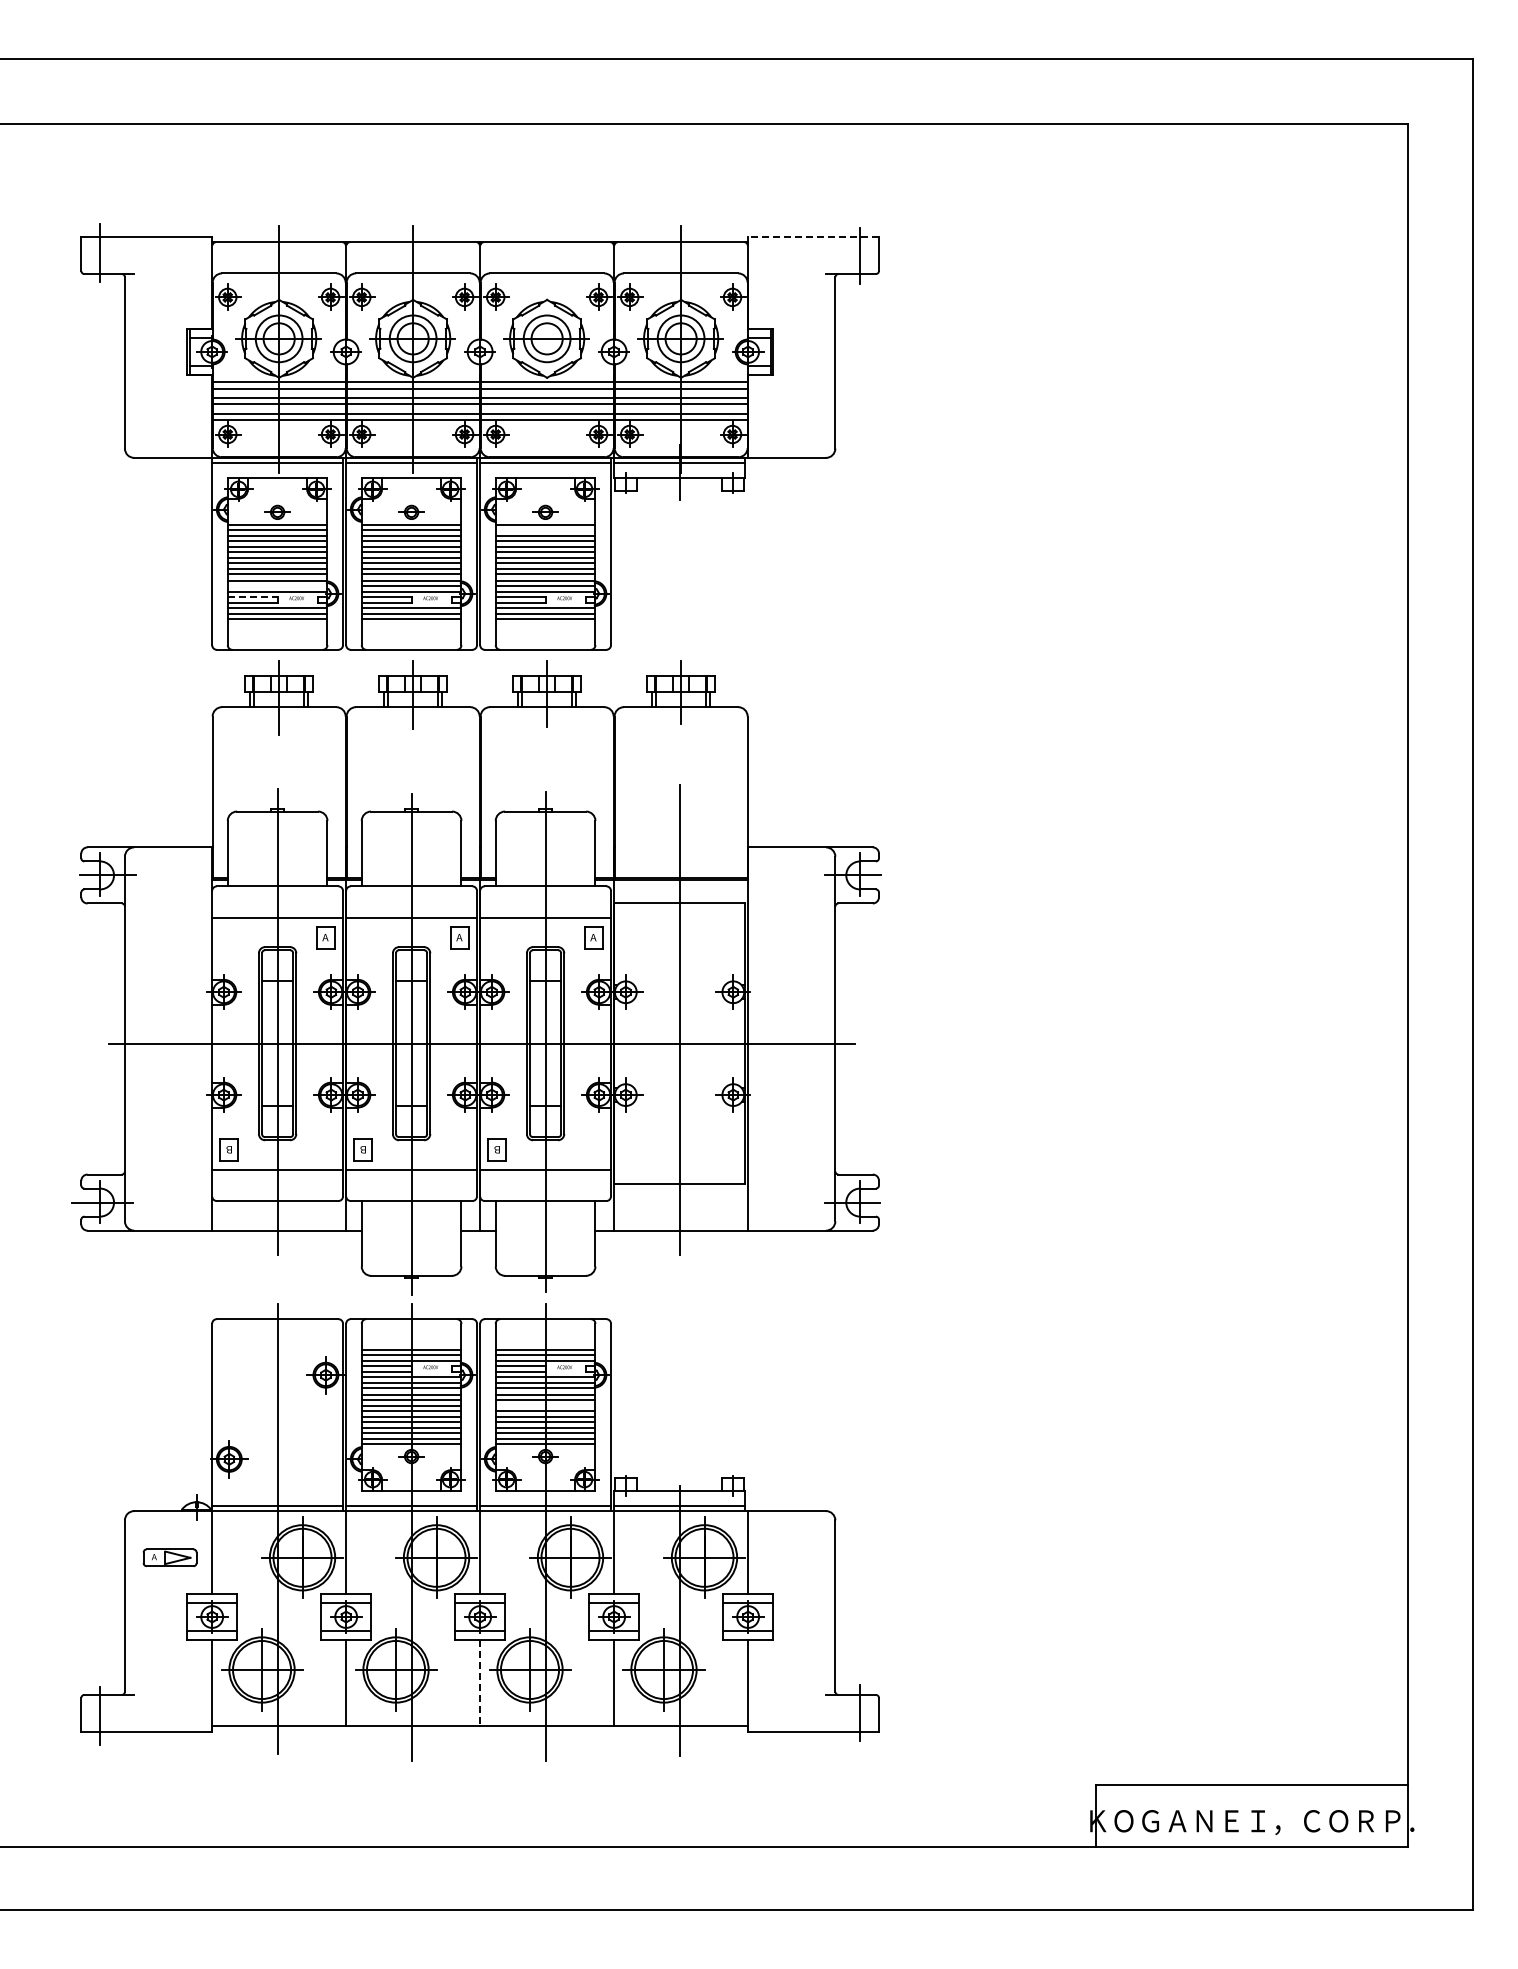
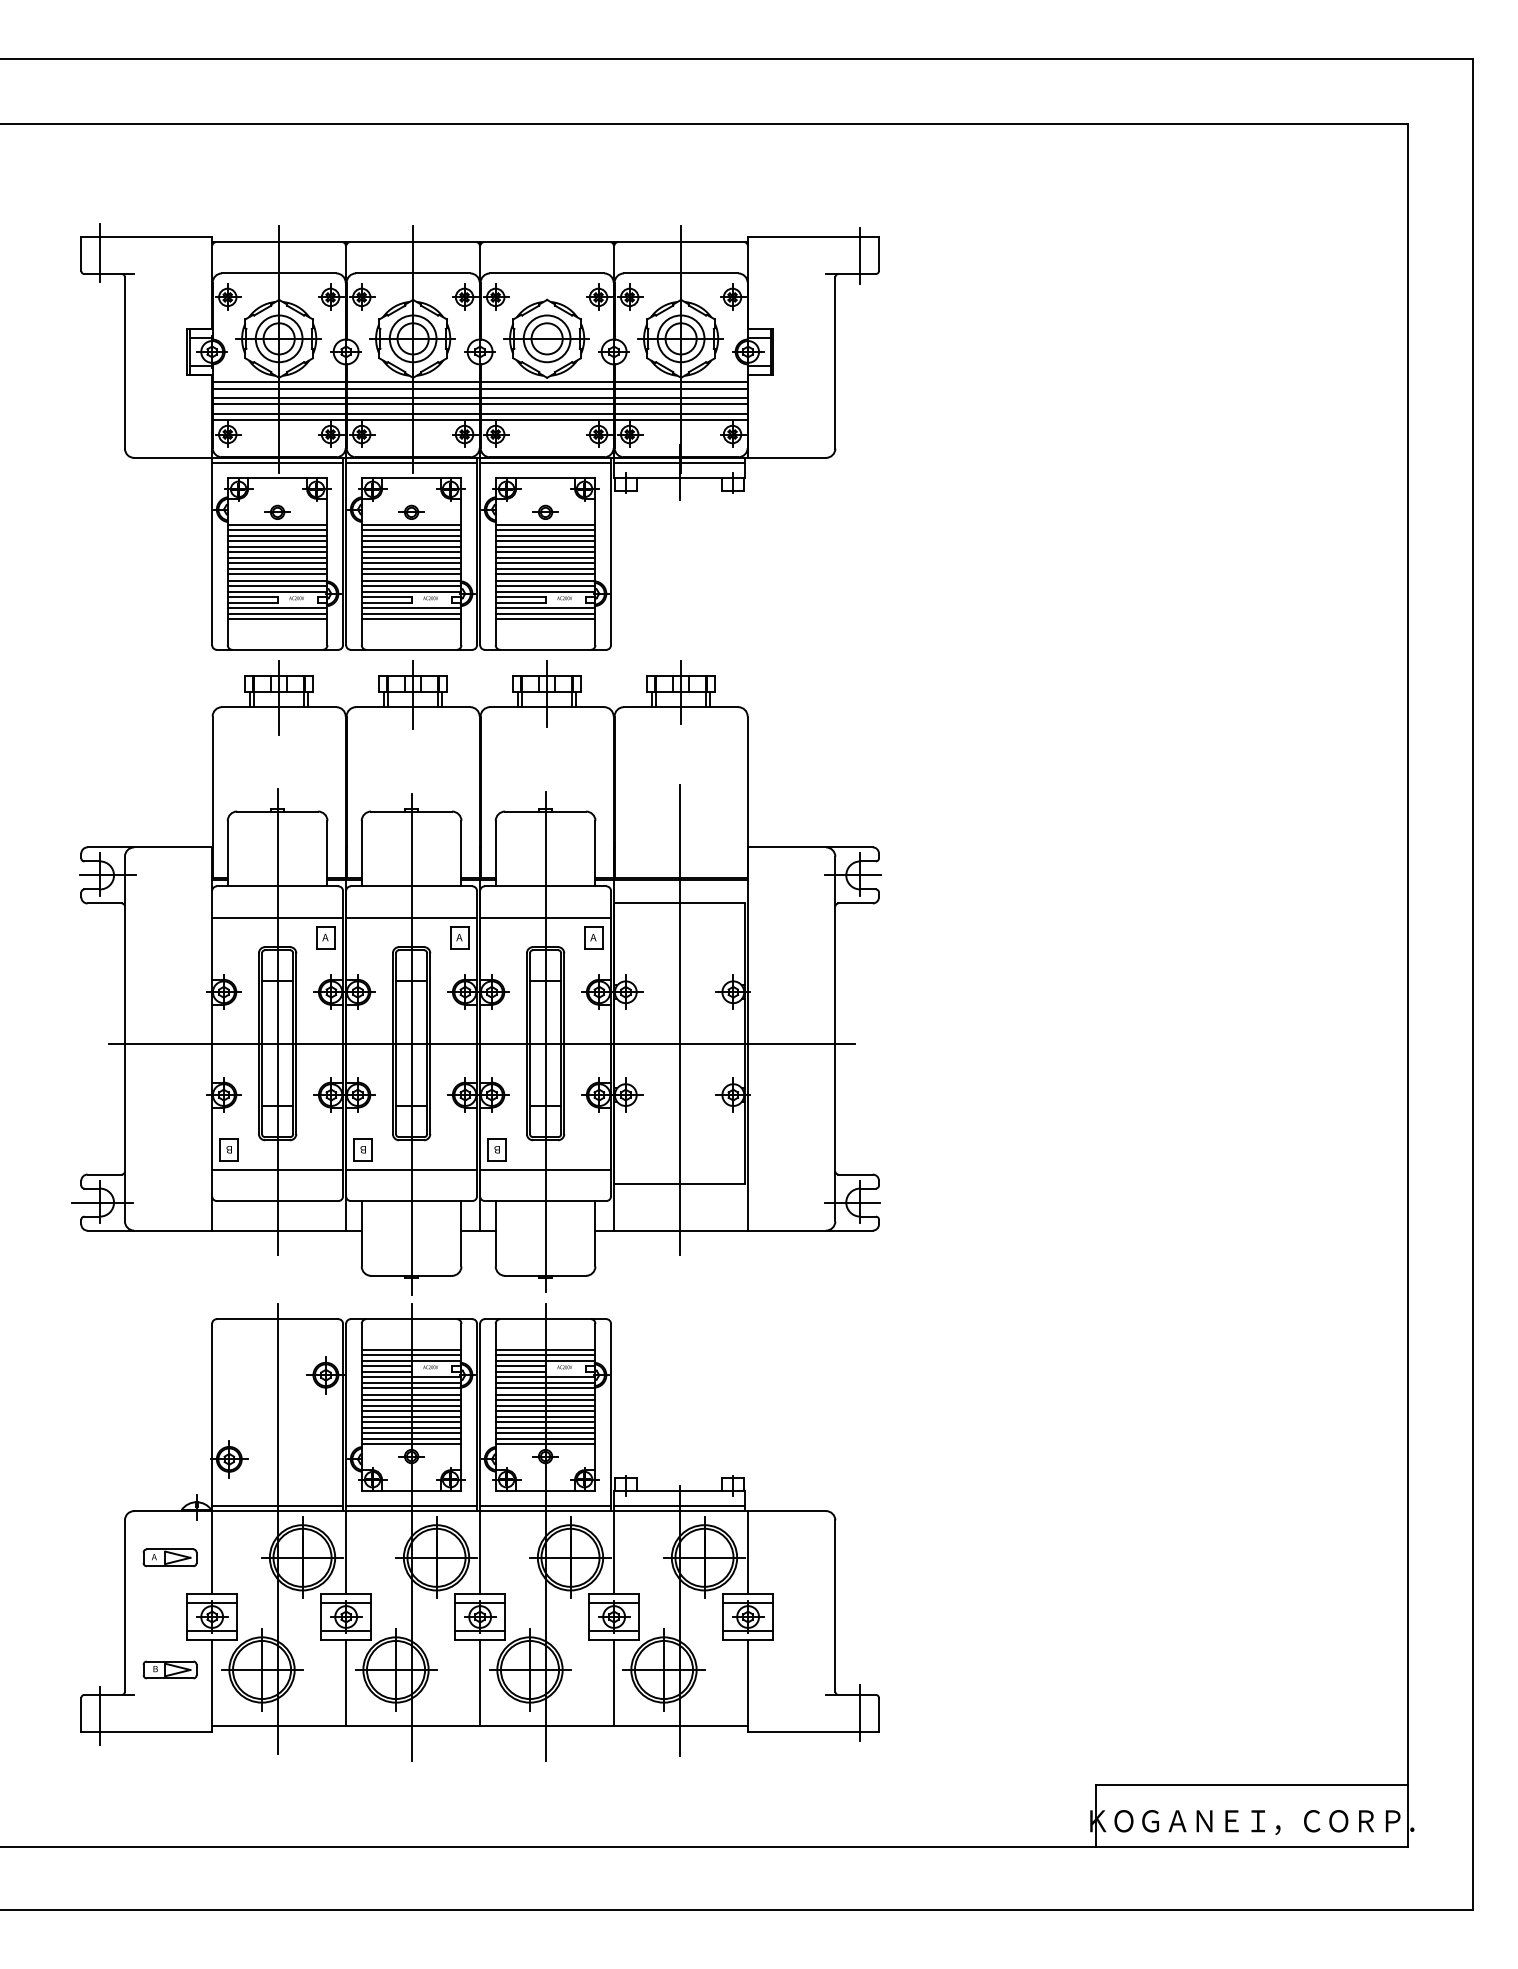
line at (813, 236): dashed -> solid
line at (545, 529): none -> present
line at (277, 585): none -> present
line at (252, 596): dashed -> solid
line at (545, 1405): none -> present
part at (169, 1669): none -> present
line at (480, 1683): dashed -> solid
